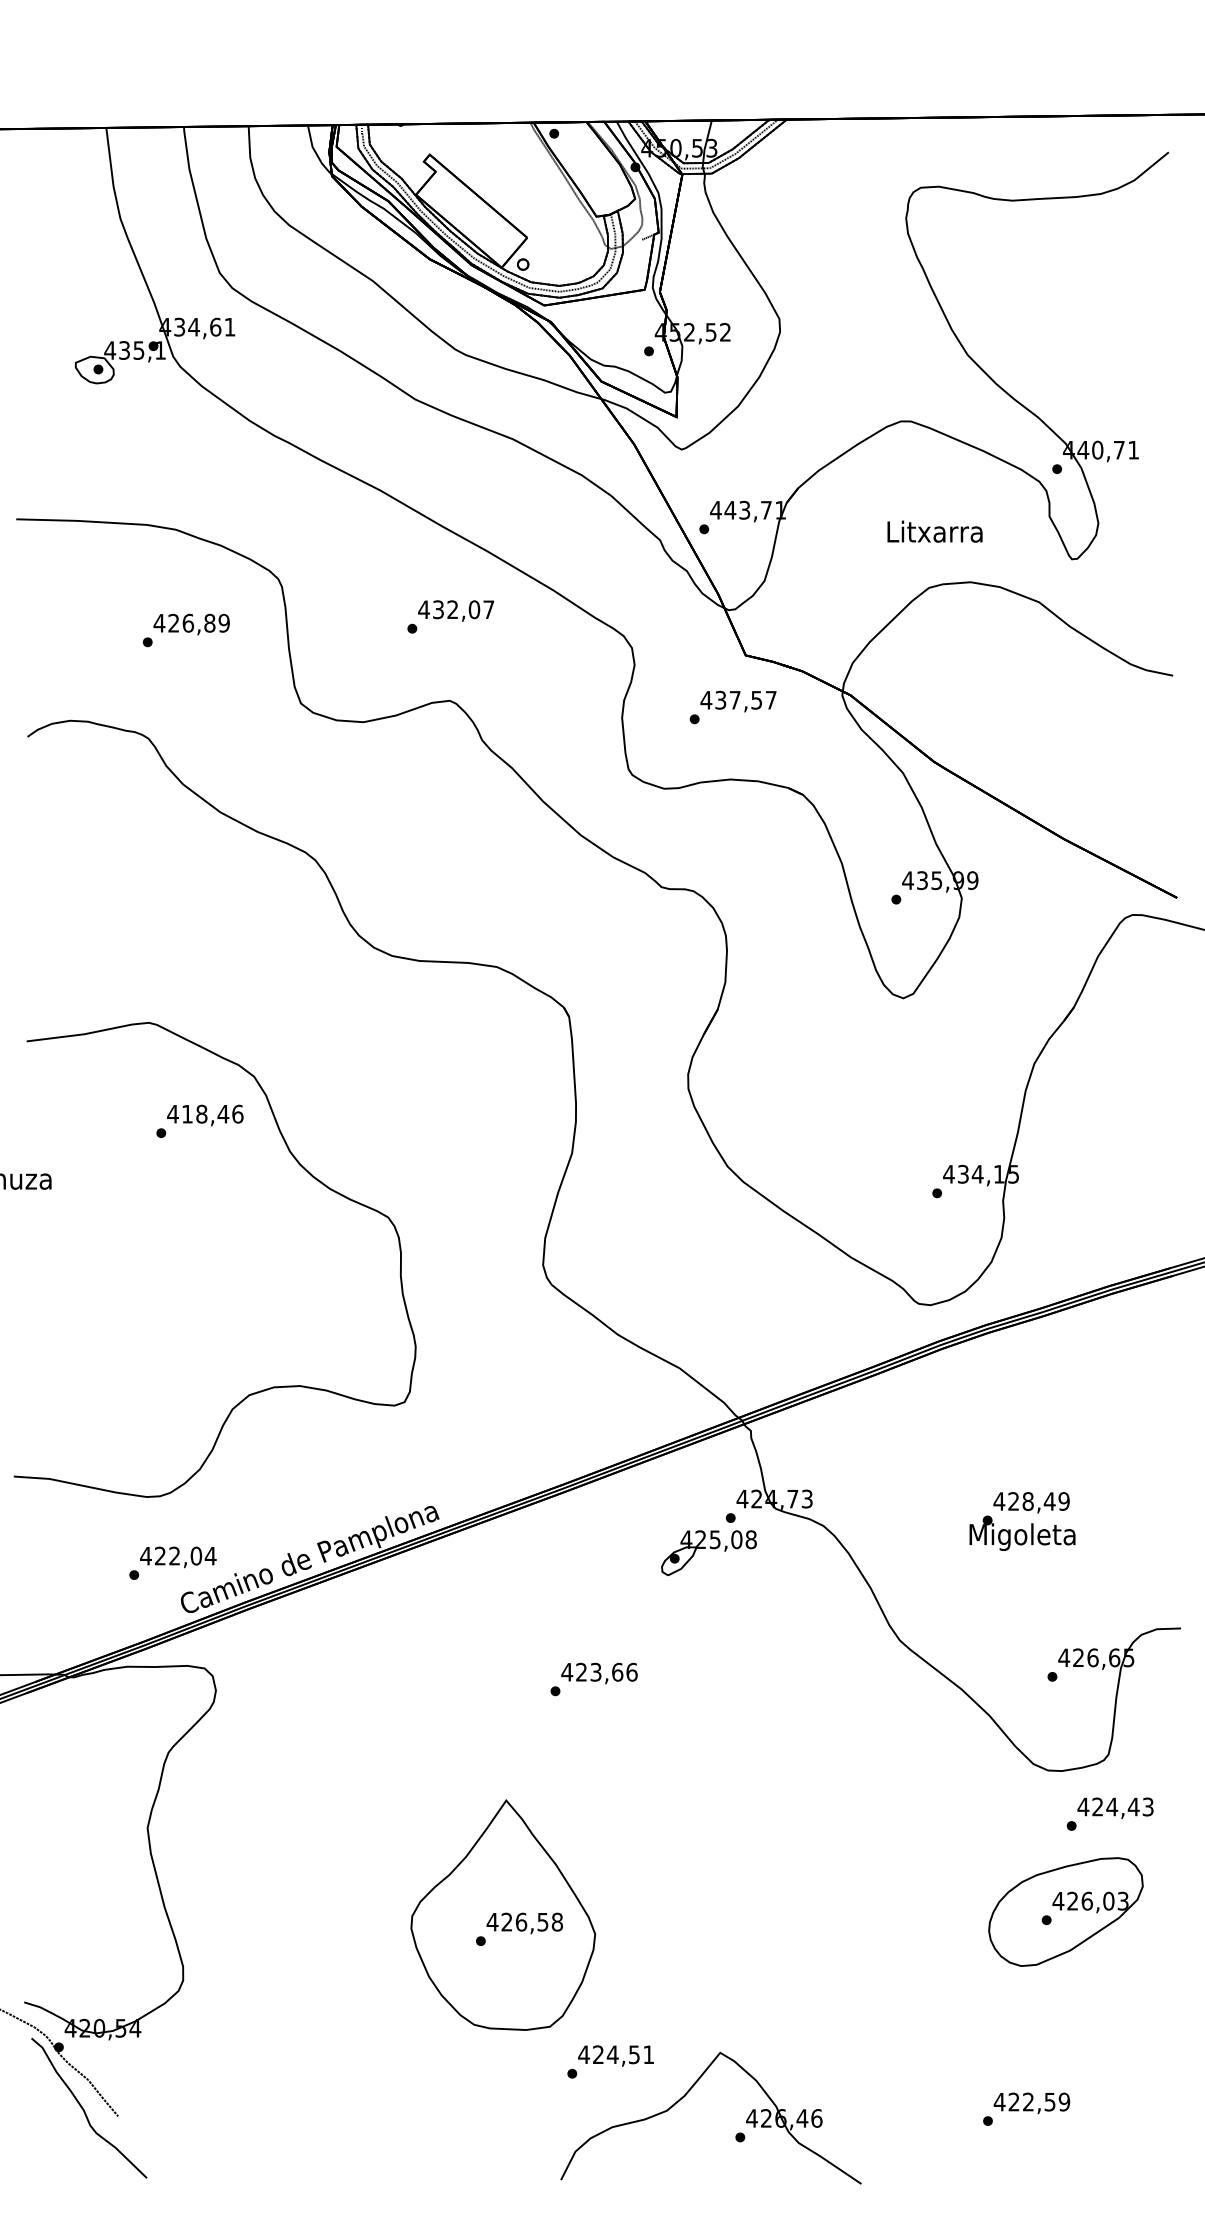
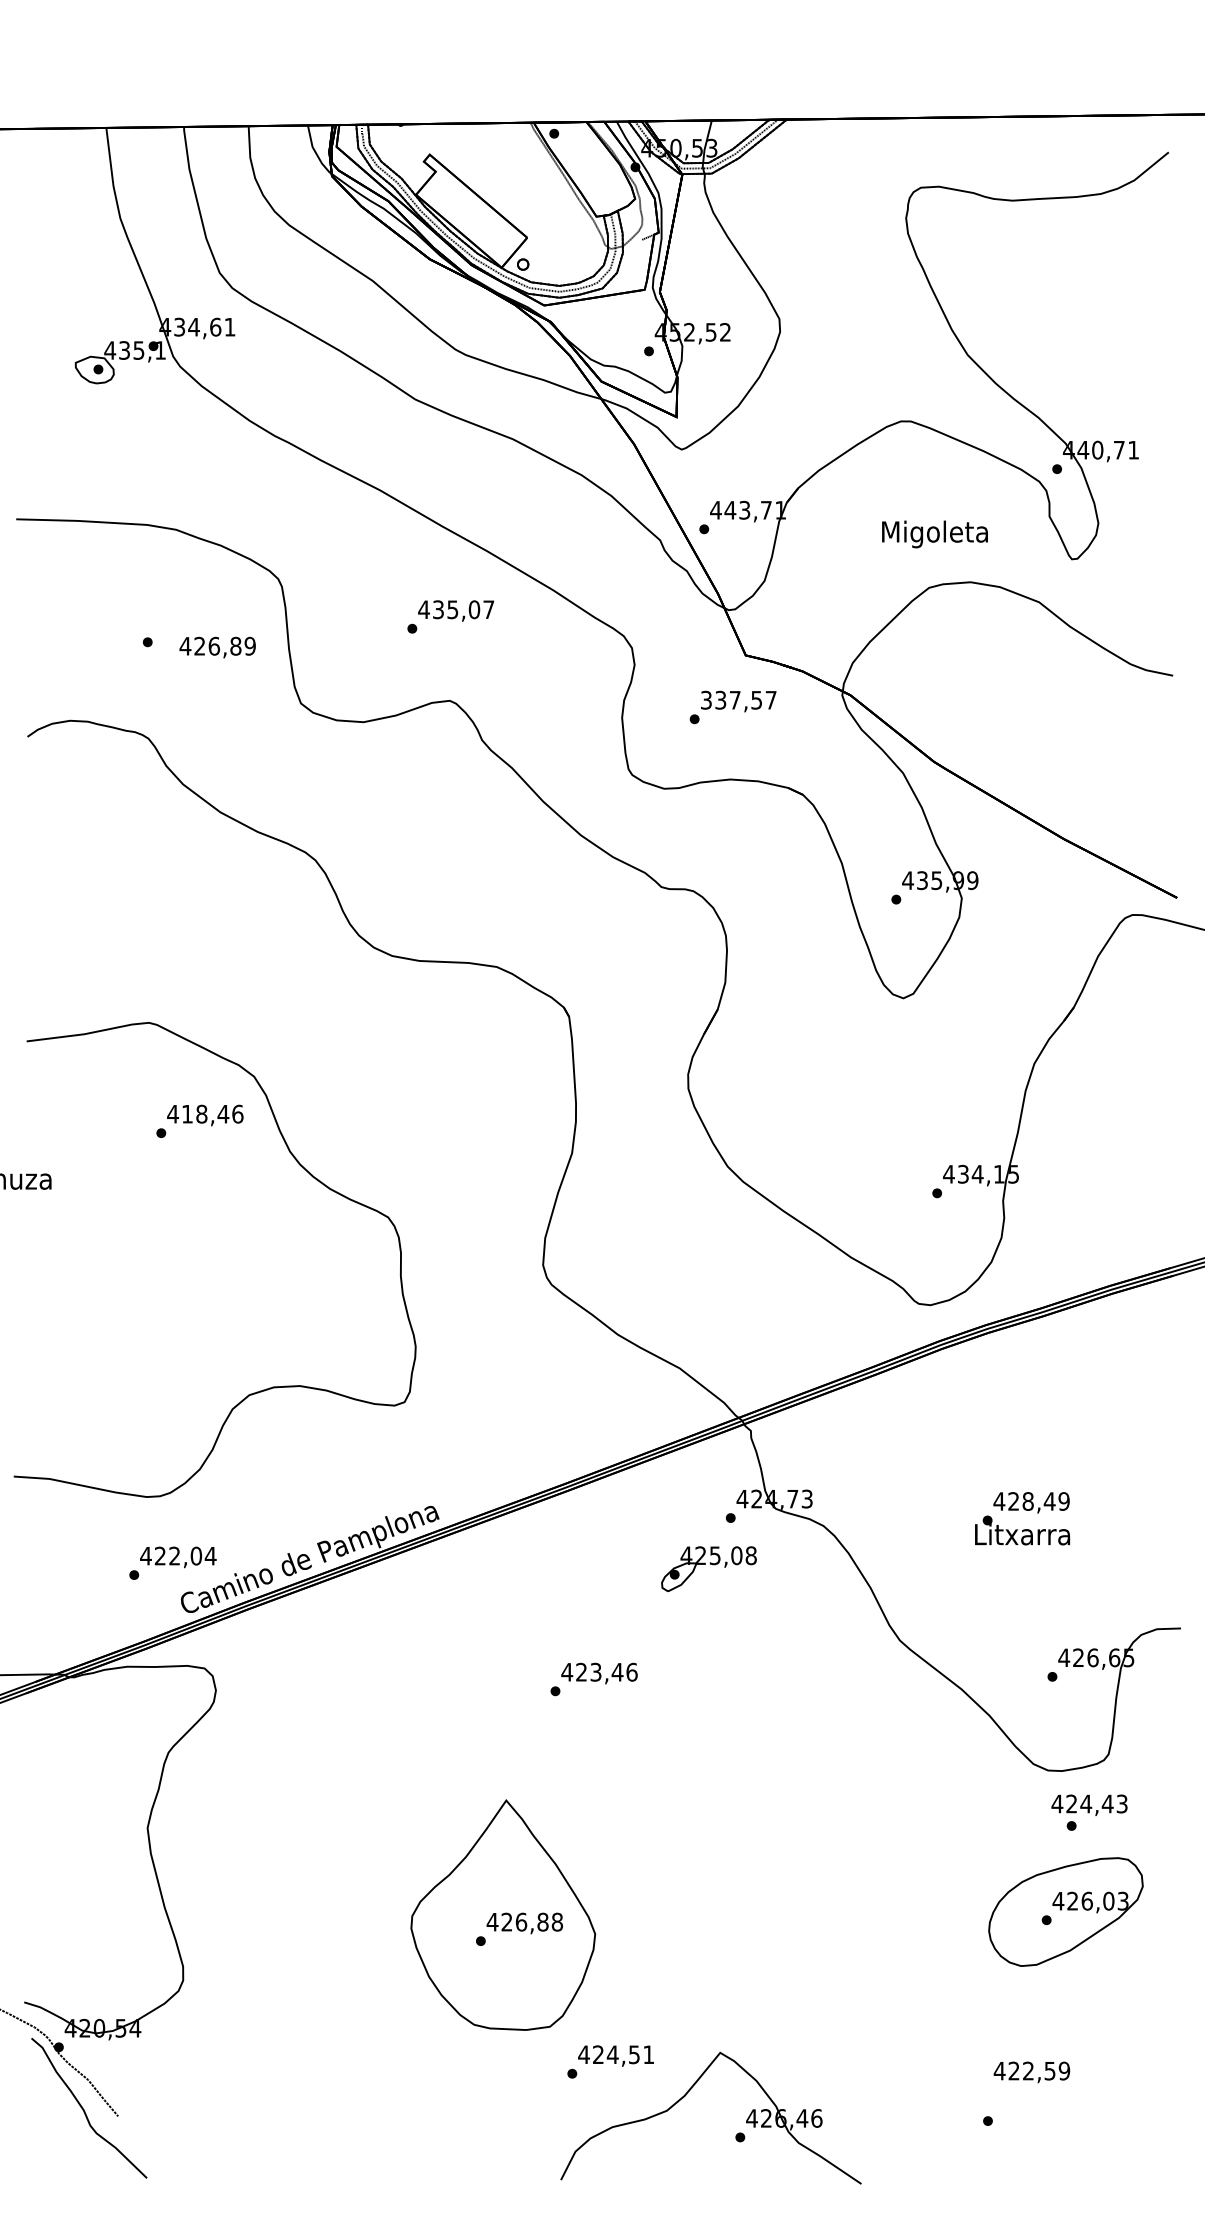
text at (934, 534): Litxarra -> Migoleta
text at (452, 609): 432,07 -> 435,07
text at (191, 624) position: (191, 624) -> (217, 647)
text at (706, 699): 437,57 -> 337,57
text at (1022, 1536): Migoleta -> Litxarra
part at (708, 1552) position: (708, 1552) -> (708, 1568)
text at (617, 1671): 423,66 -> 423,46
text at (1115, 1807) position: (1115, 1807) -> (1089, 1804)
text at (542, 1921): 426,58 -> 426,88
text at (1031, 2103) position: (1031, 2103) -> (1031, 2072)
